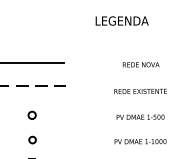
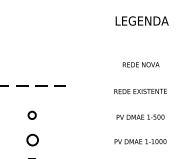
text at (121, 20) position: (121, 20) -> (141, 20)
line at (33, 63): present -> none
circle at (32, 139) size: 9x10 px -> 13x14 px
